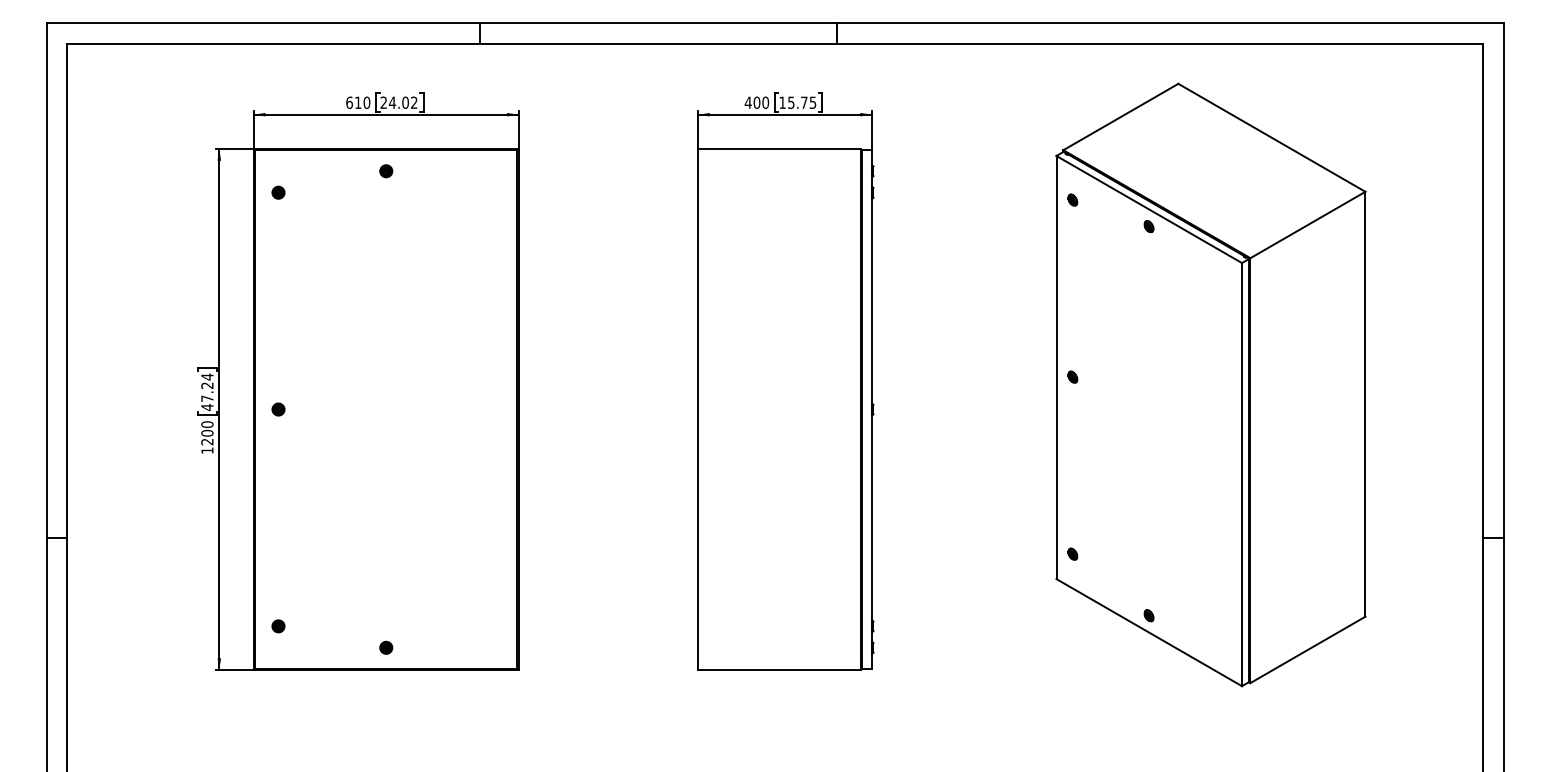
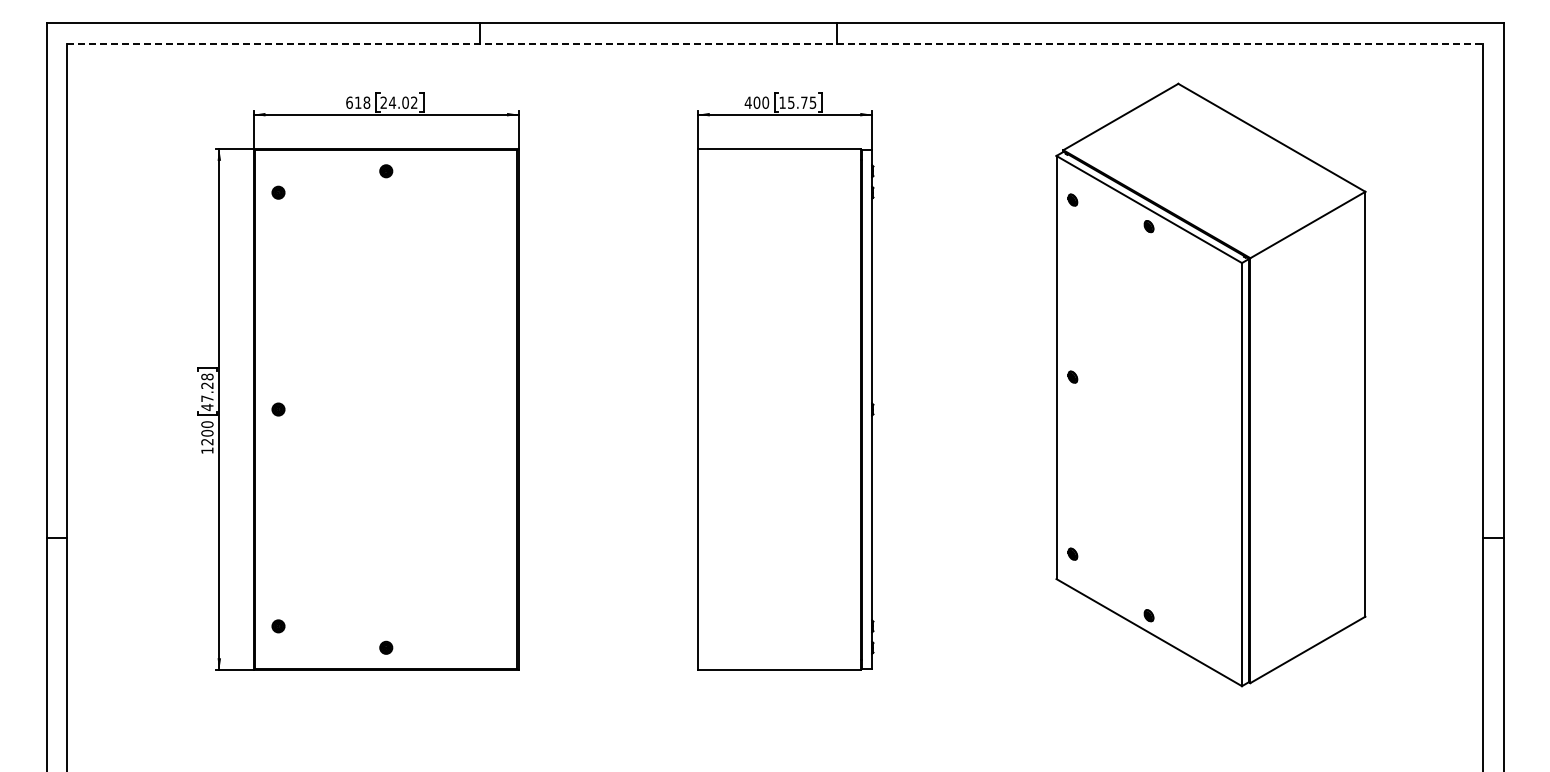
line at (774, 44): solid -> dashed
text at (366, 102): 610 -> 618
text at (207, 376): 47.24 -> 47.28
